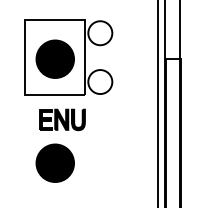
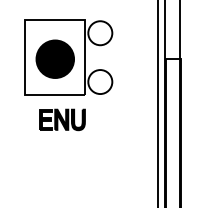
part at (54, 162): present -> none
